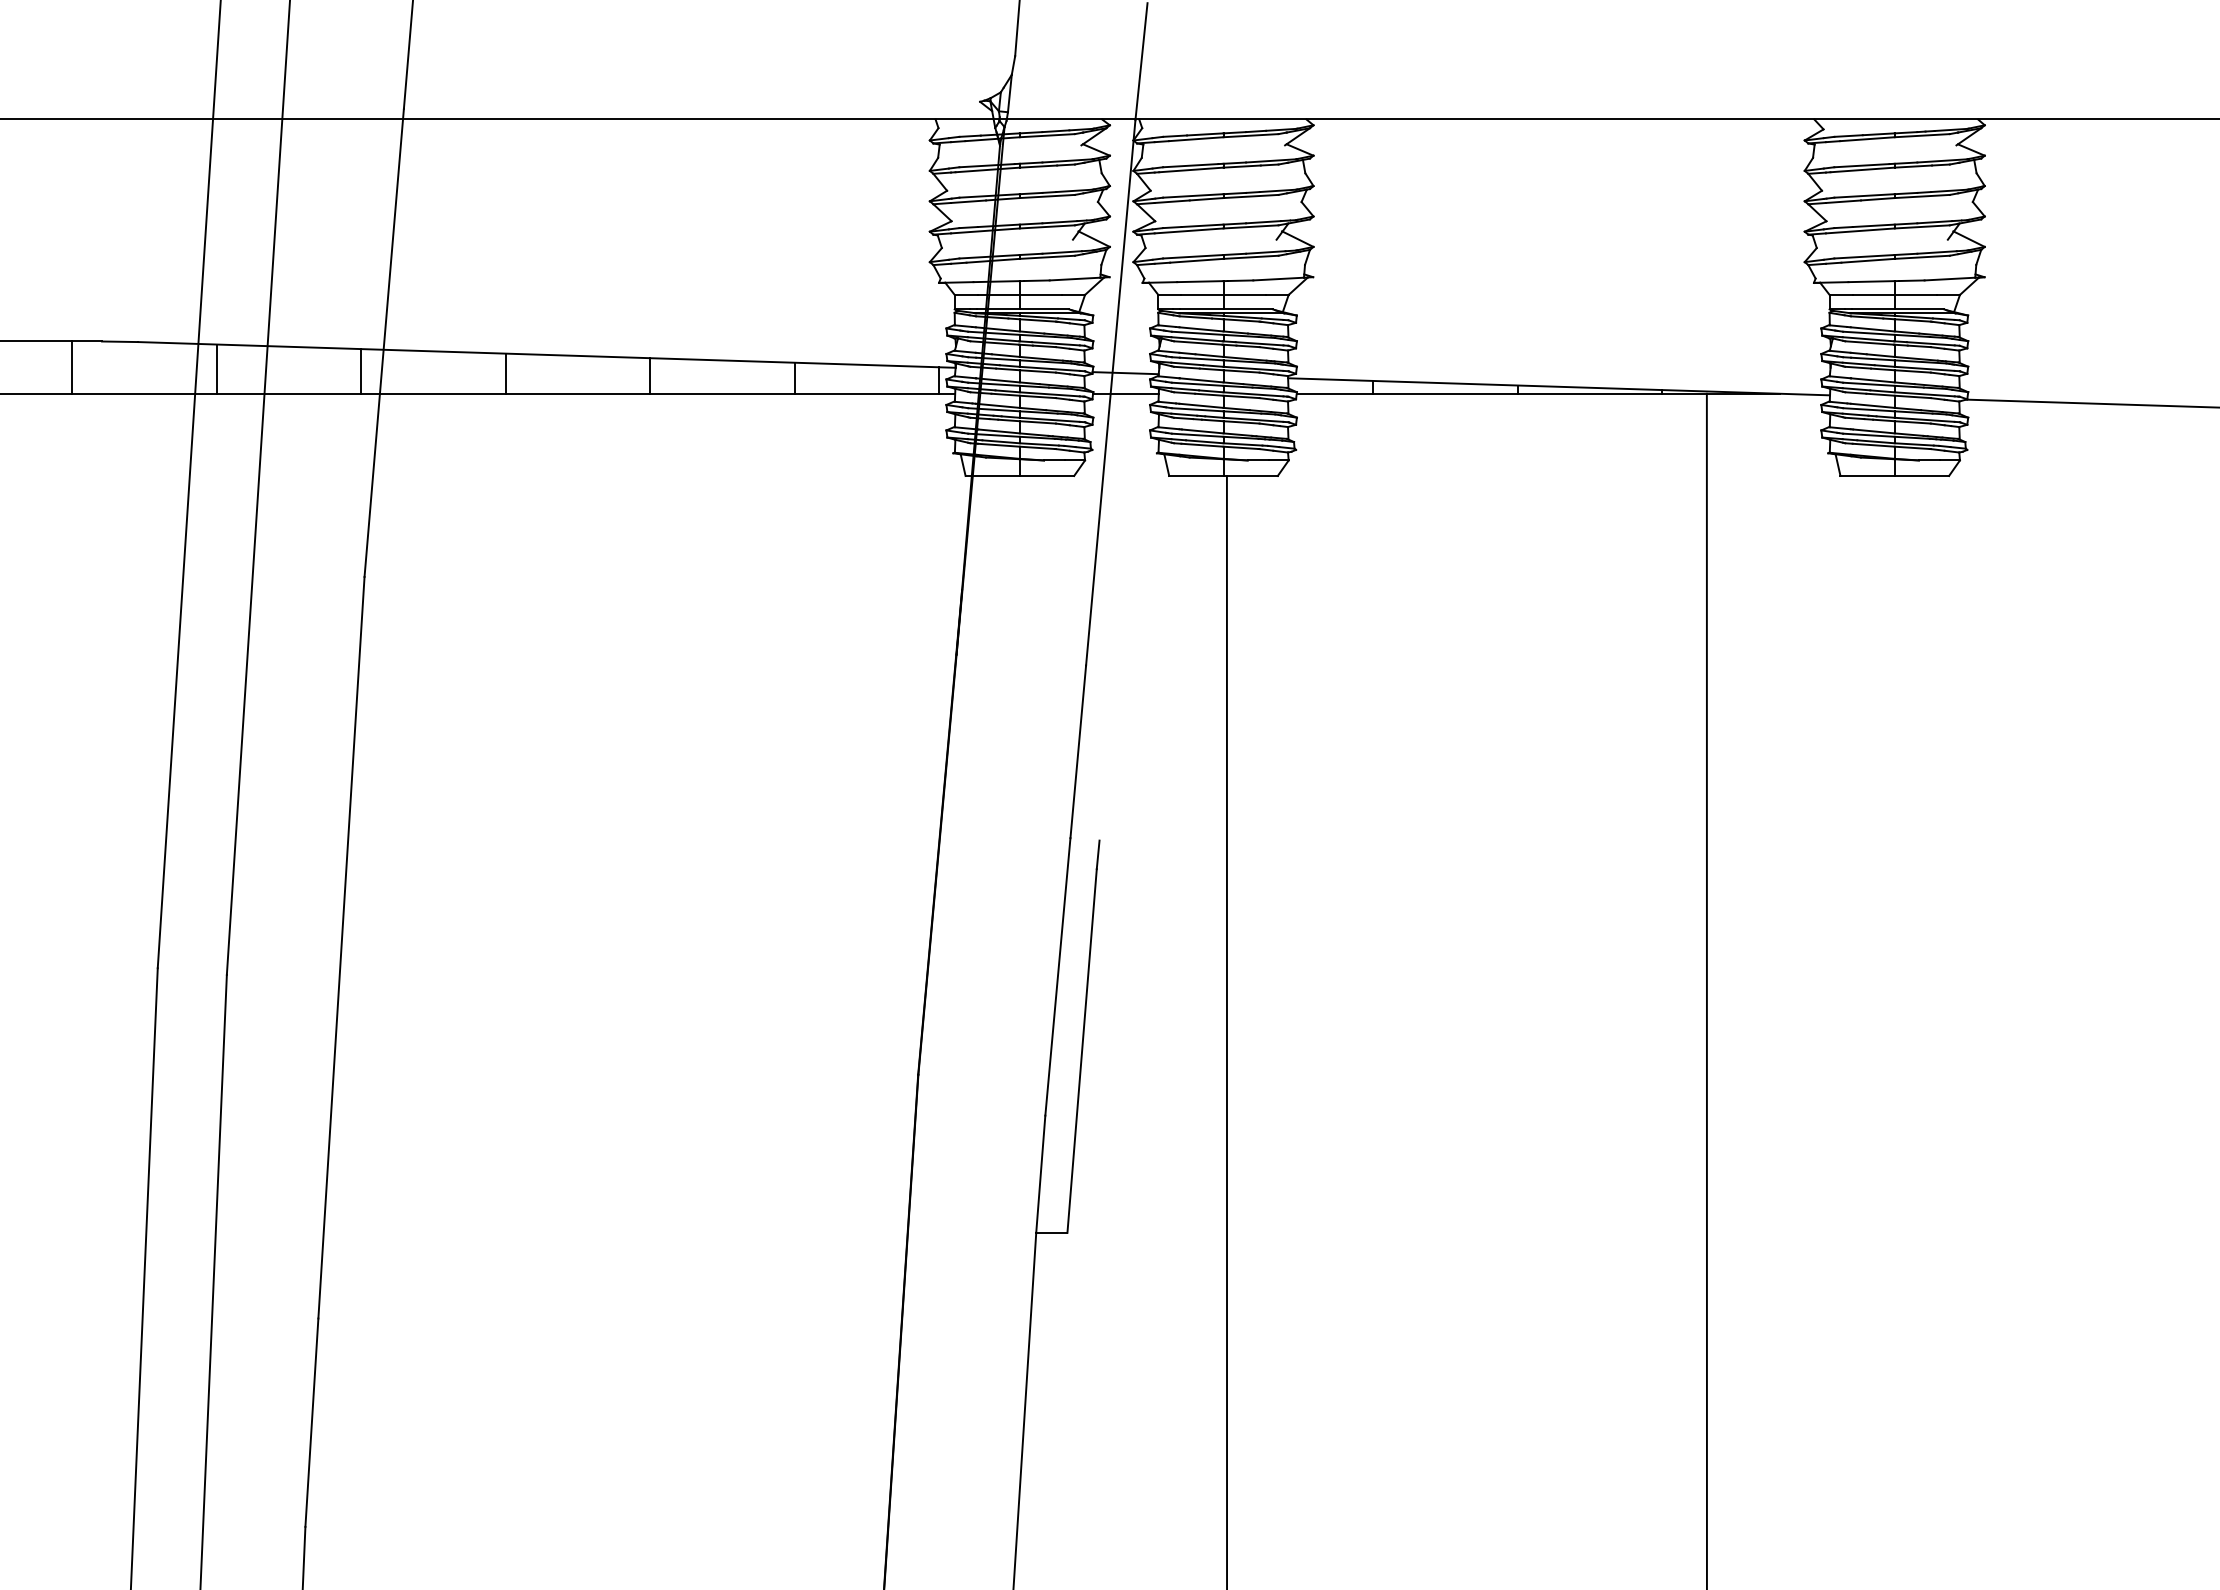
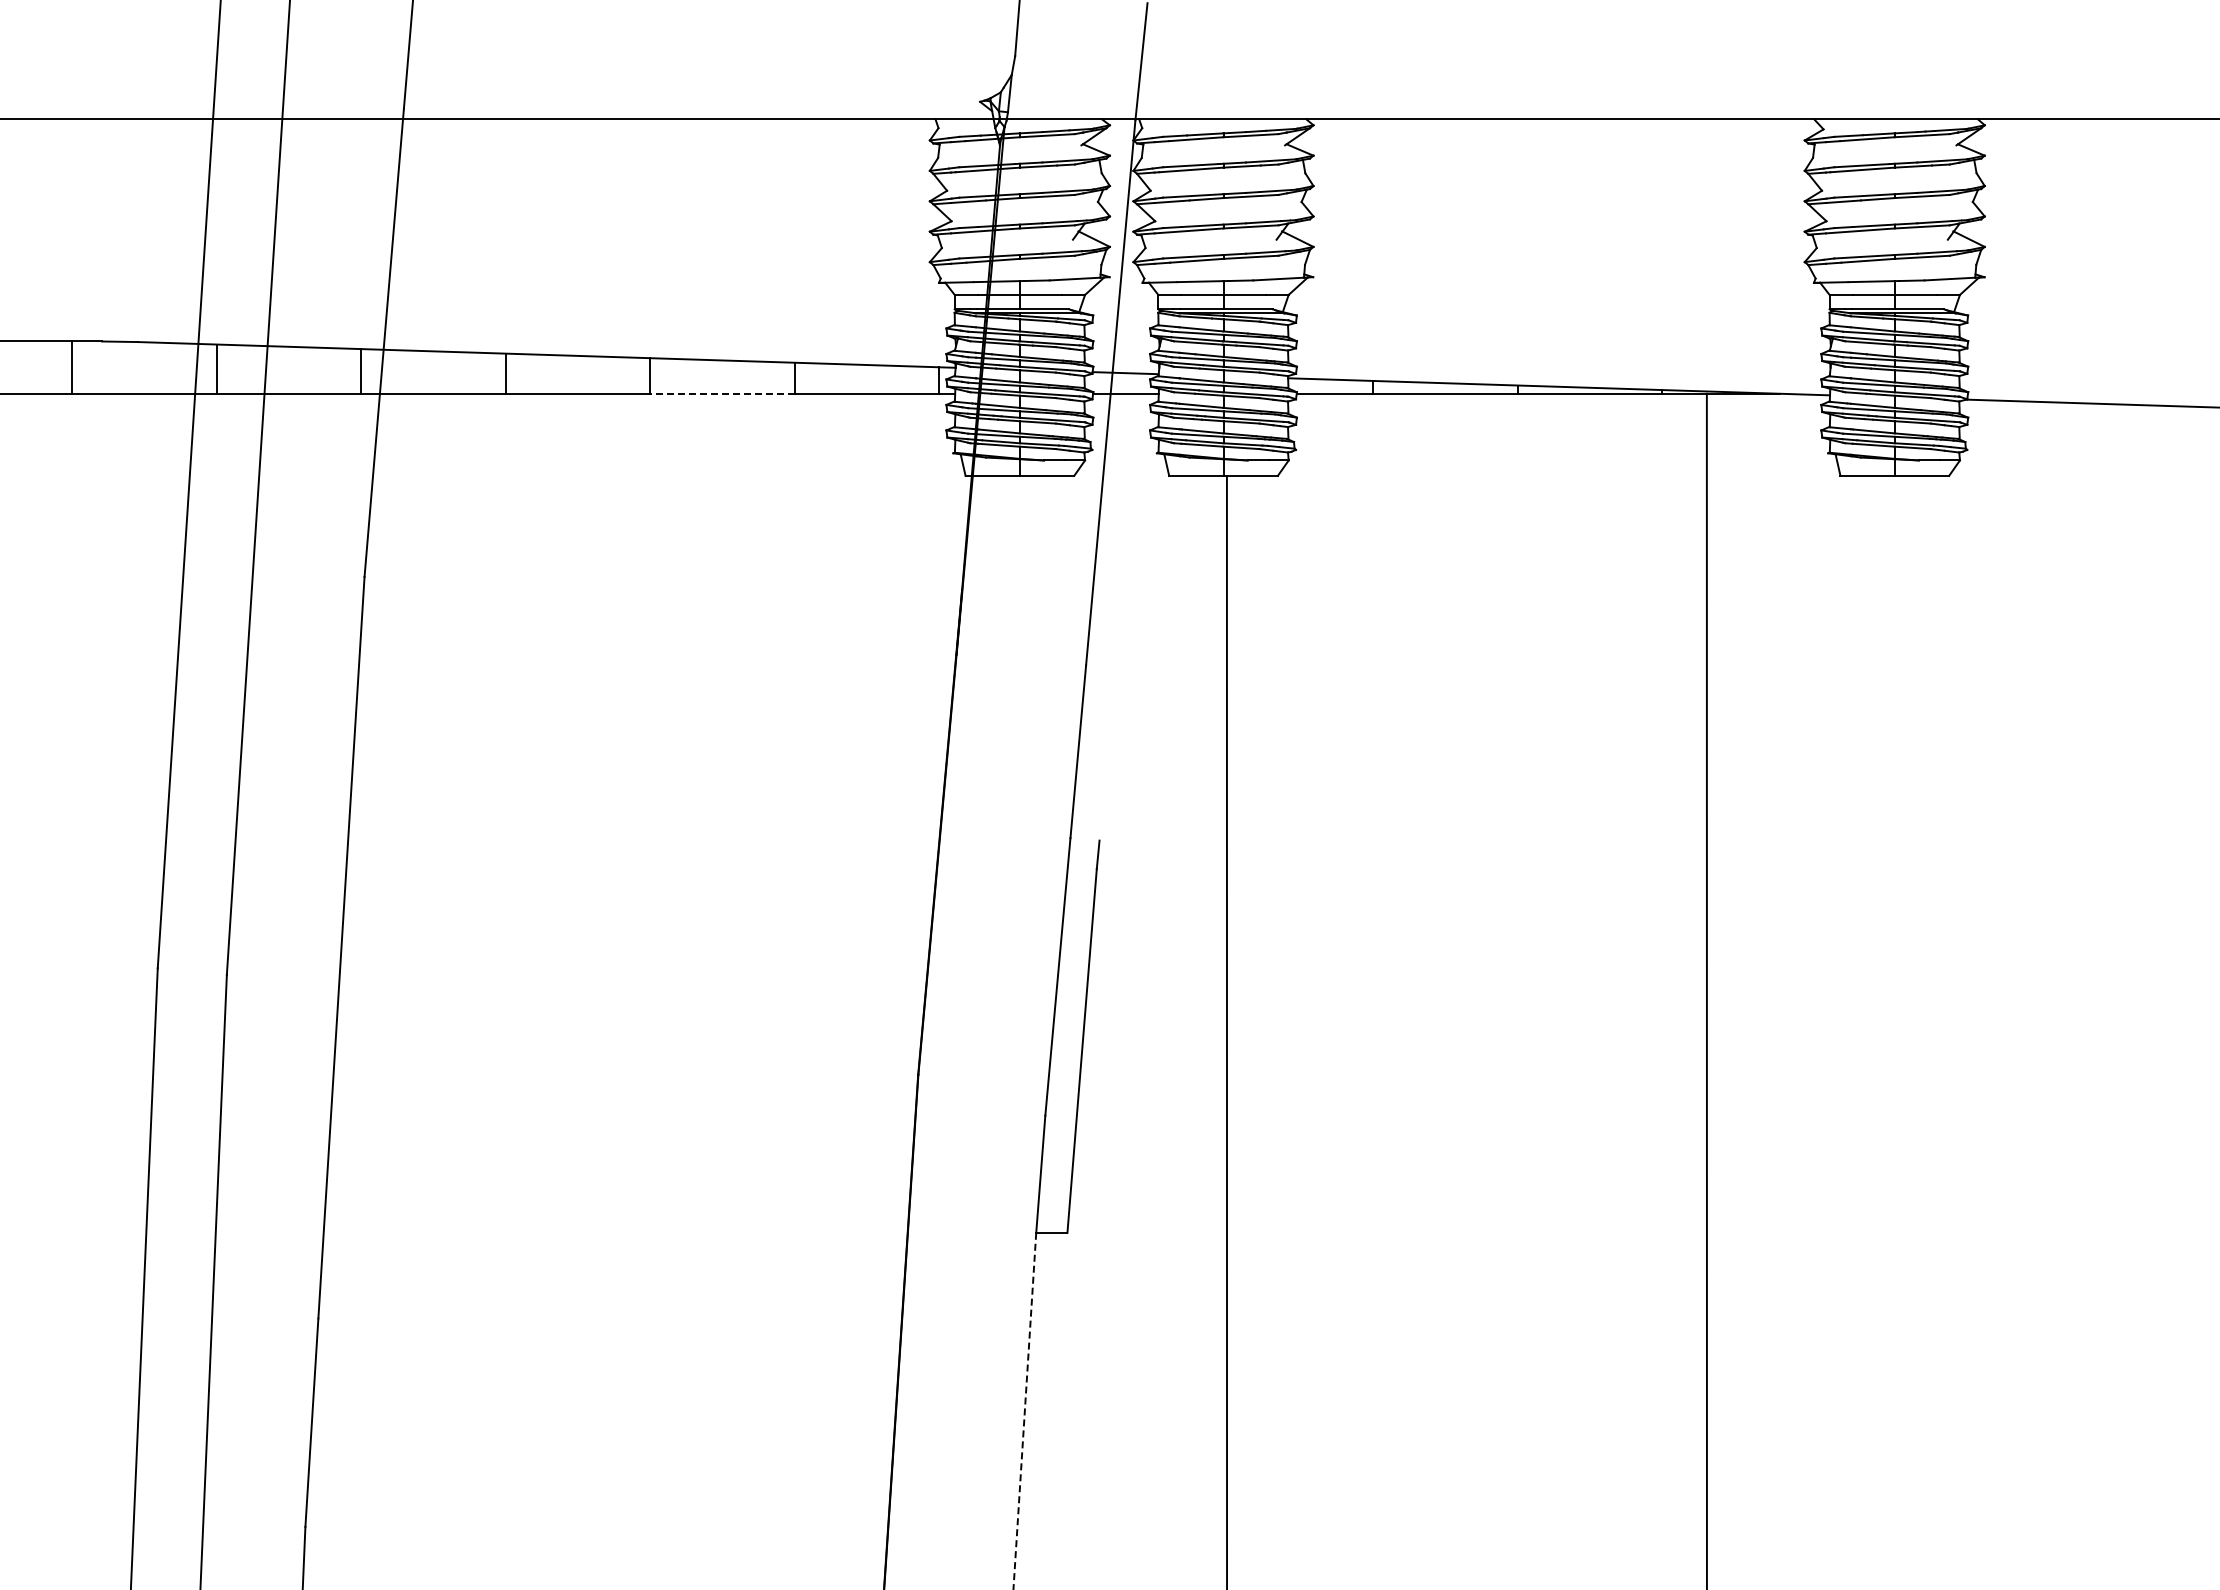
line at (722, 393): solid -> dashed
line at (1024, 1411): solid -> dashed
